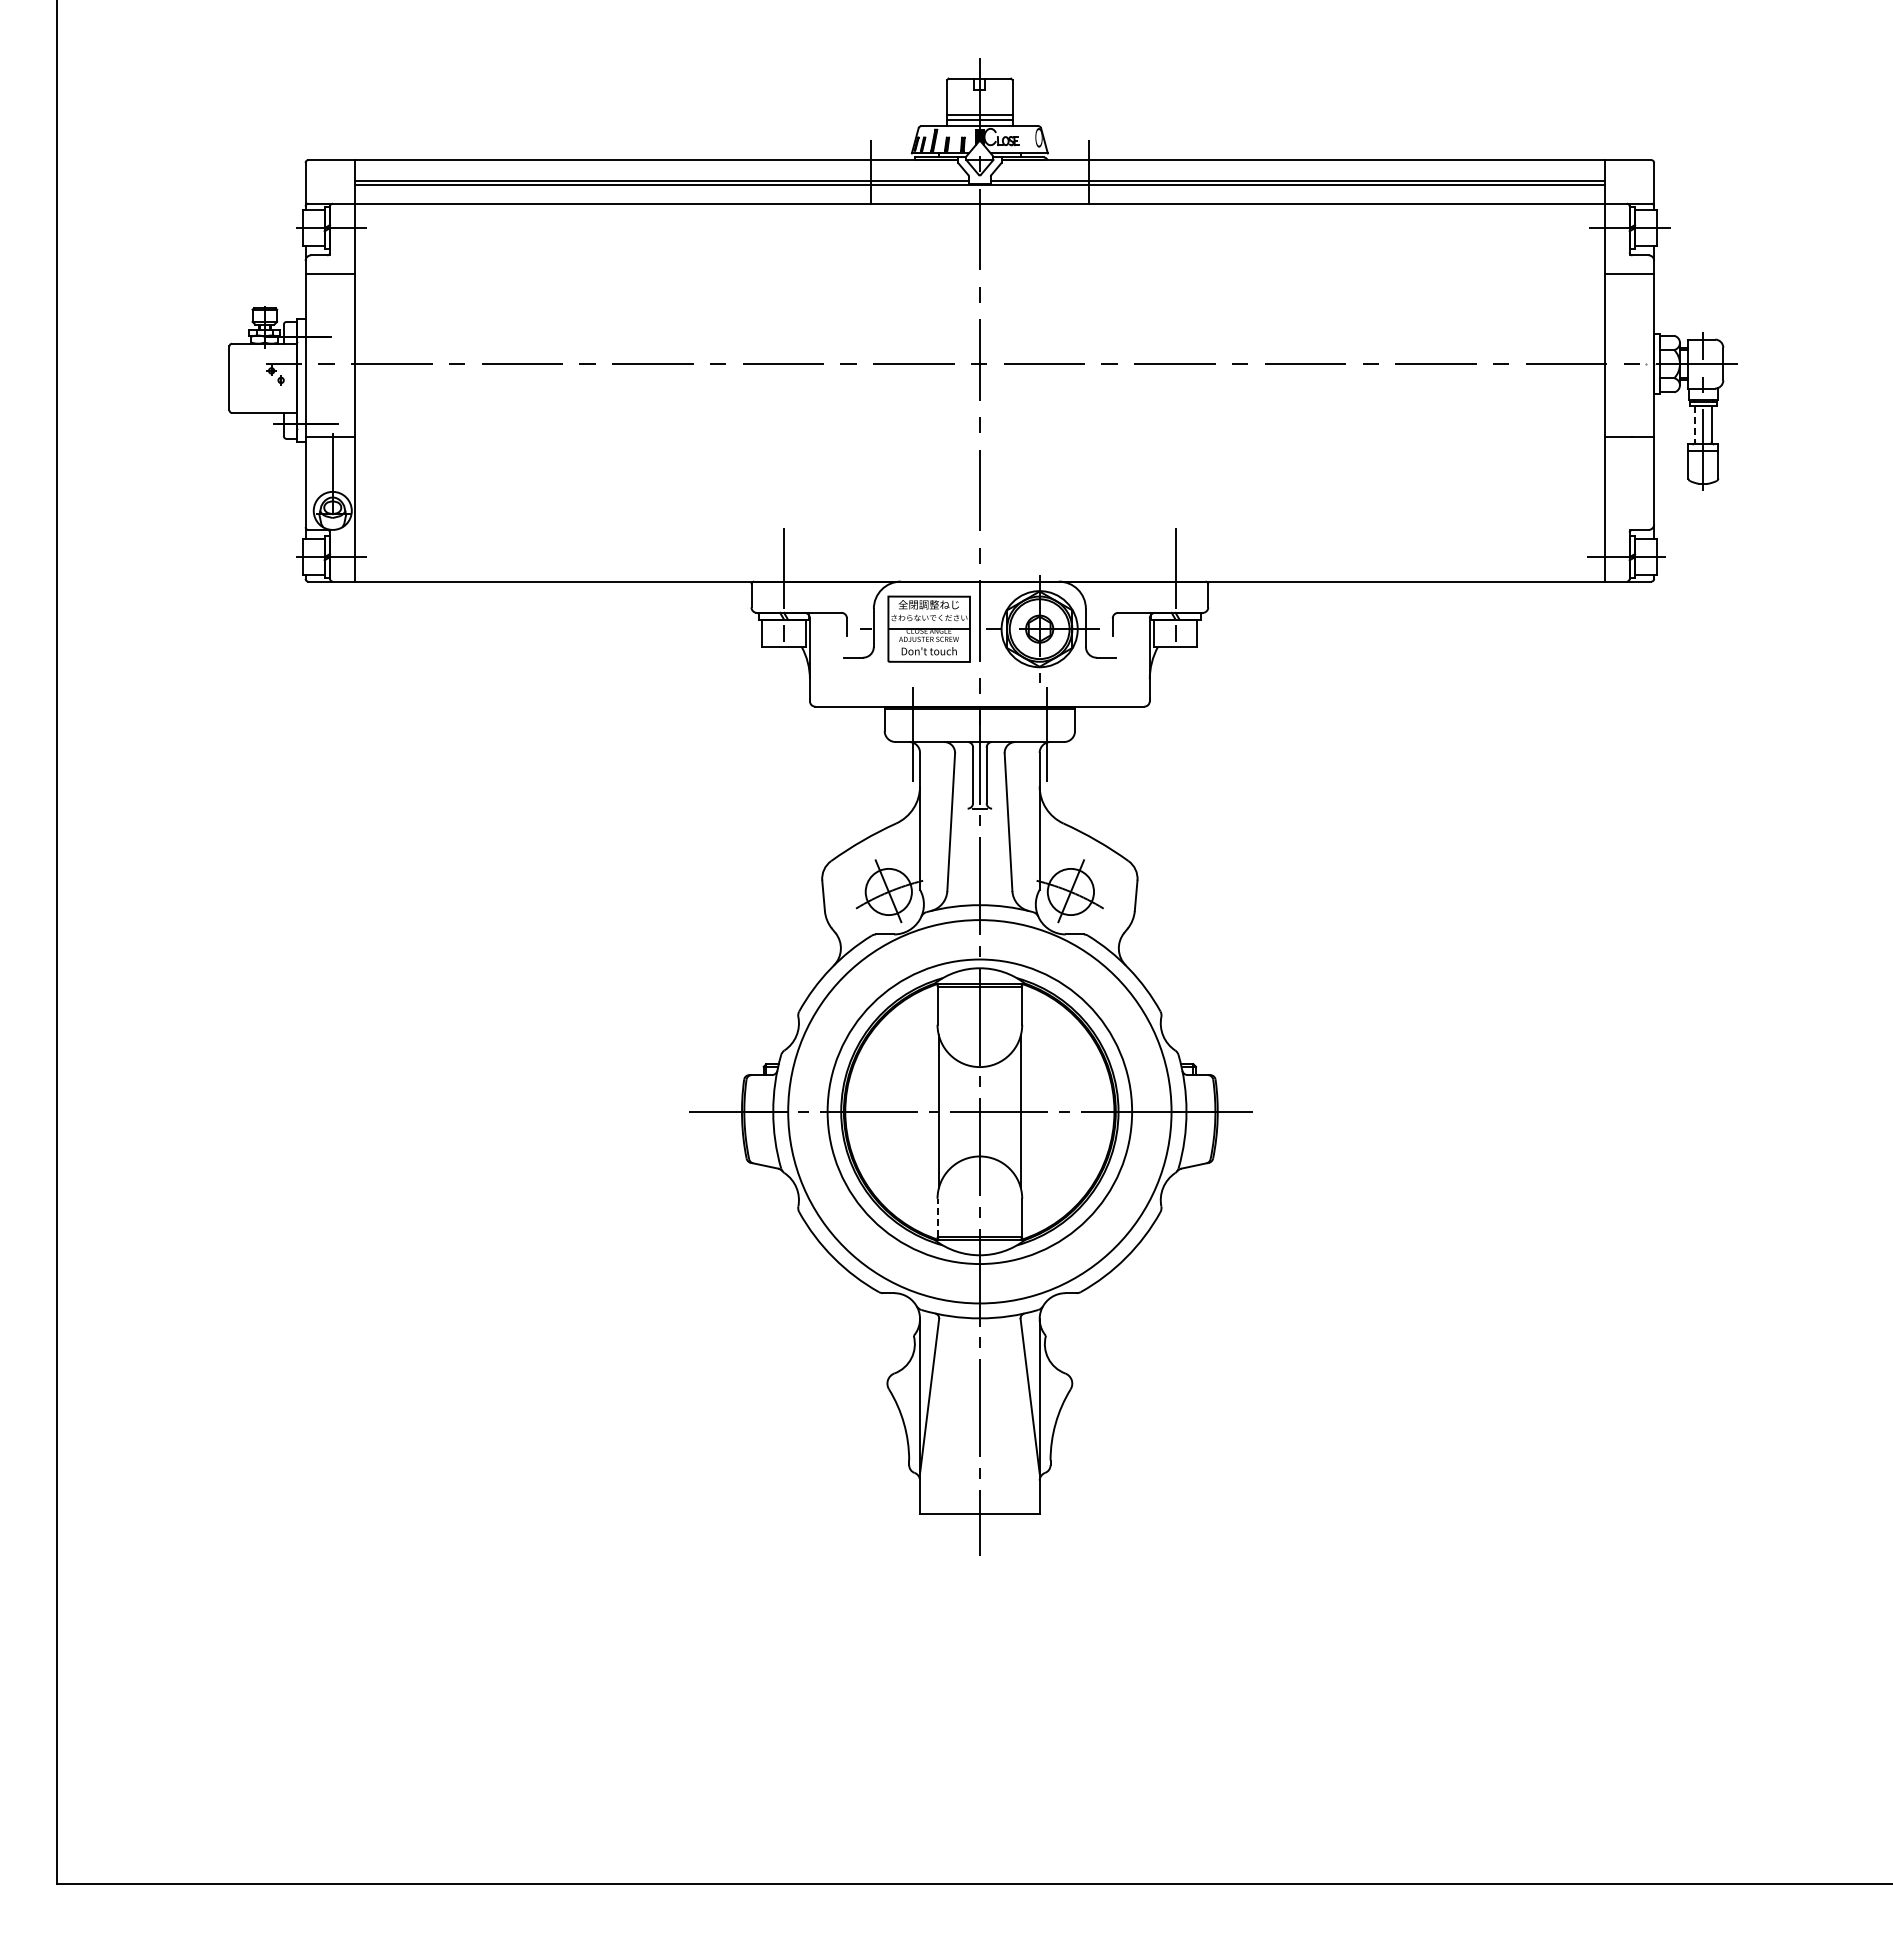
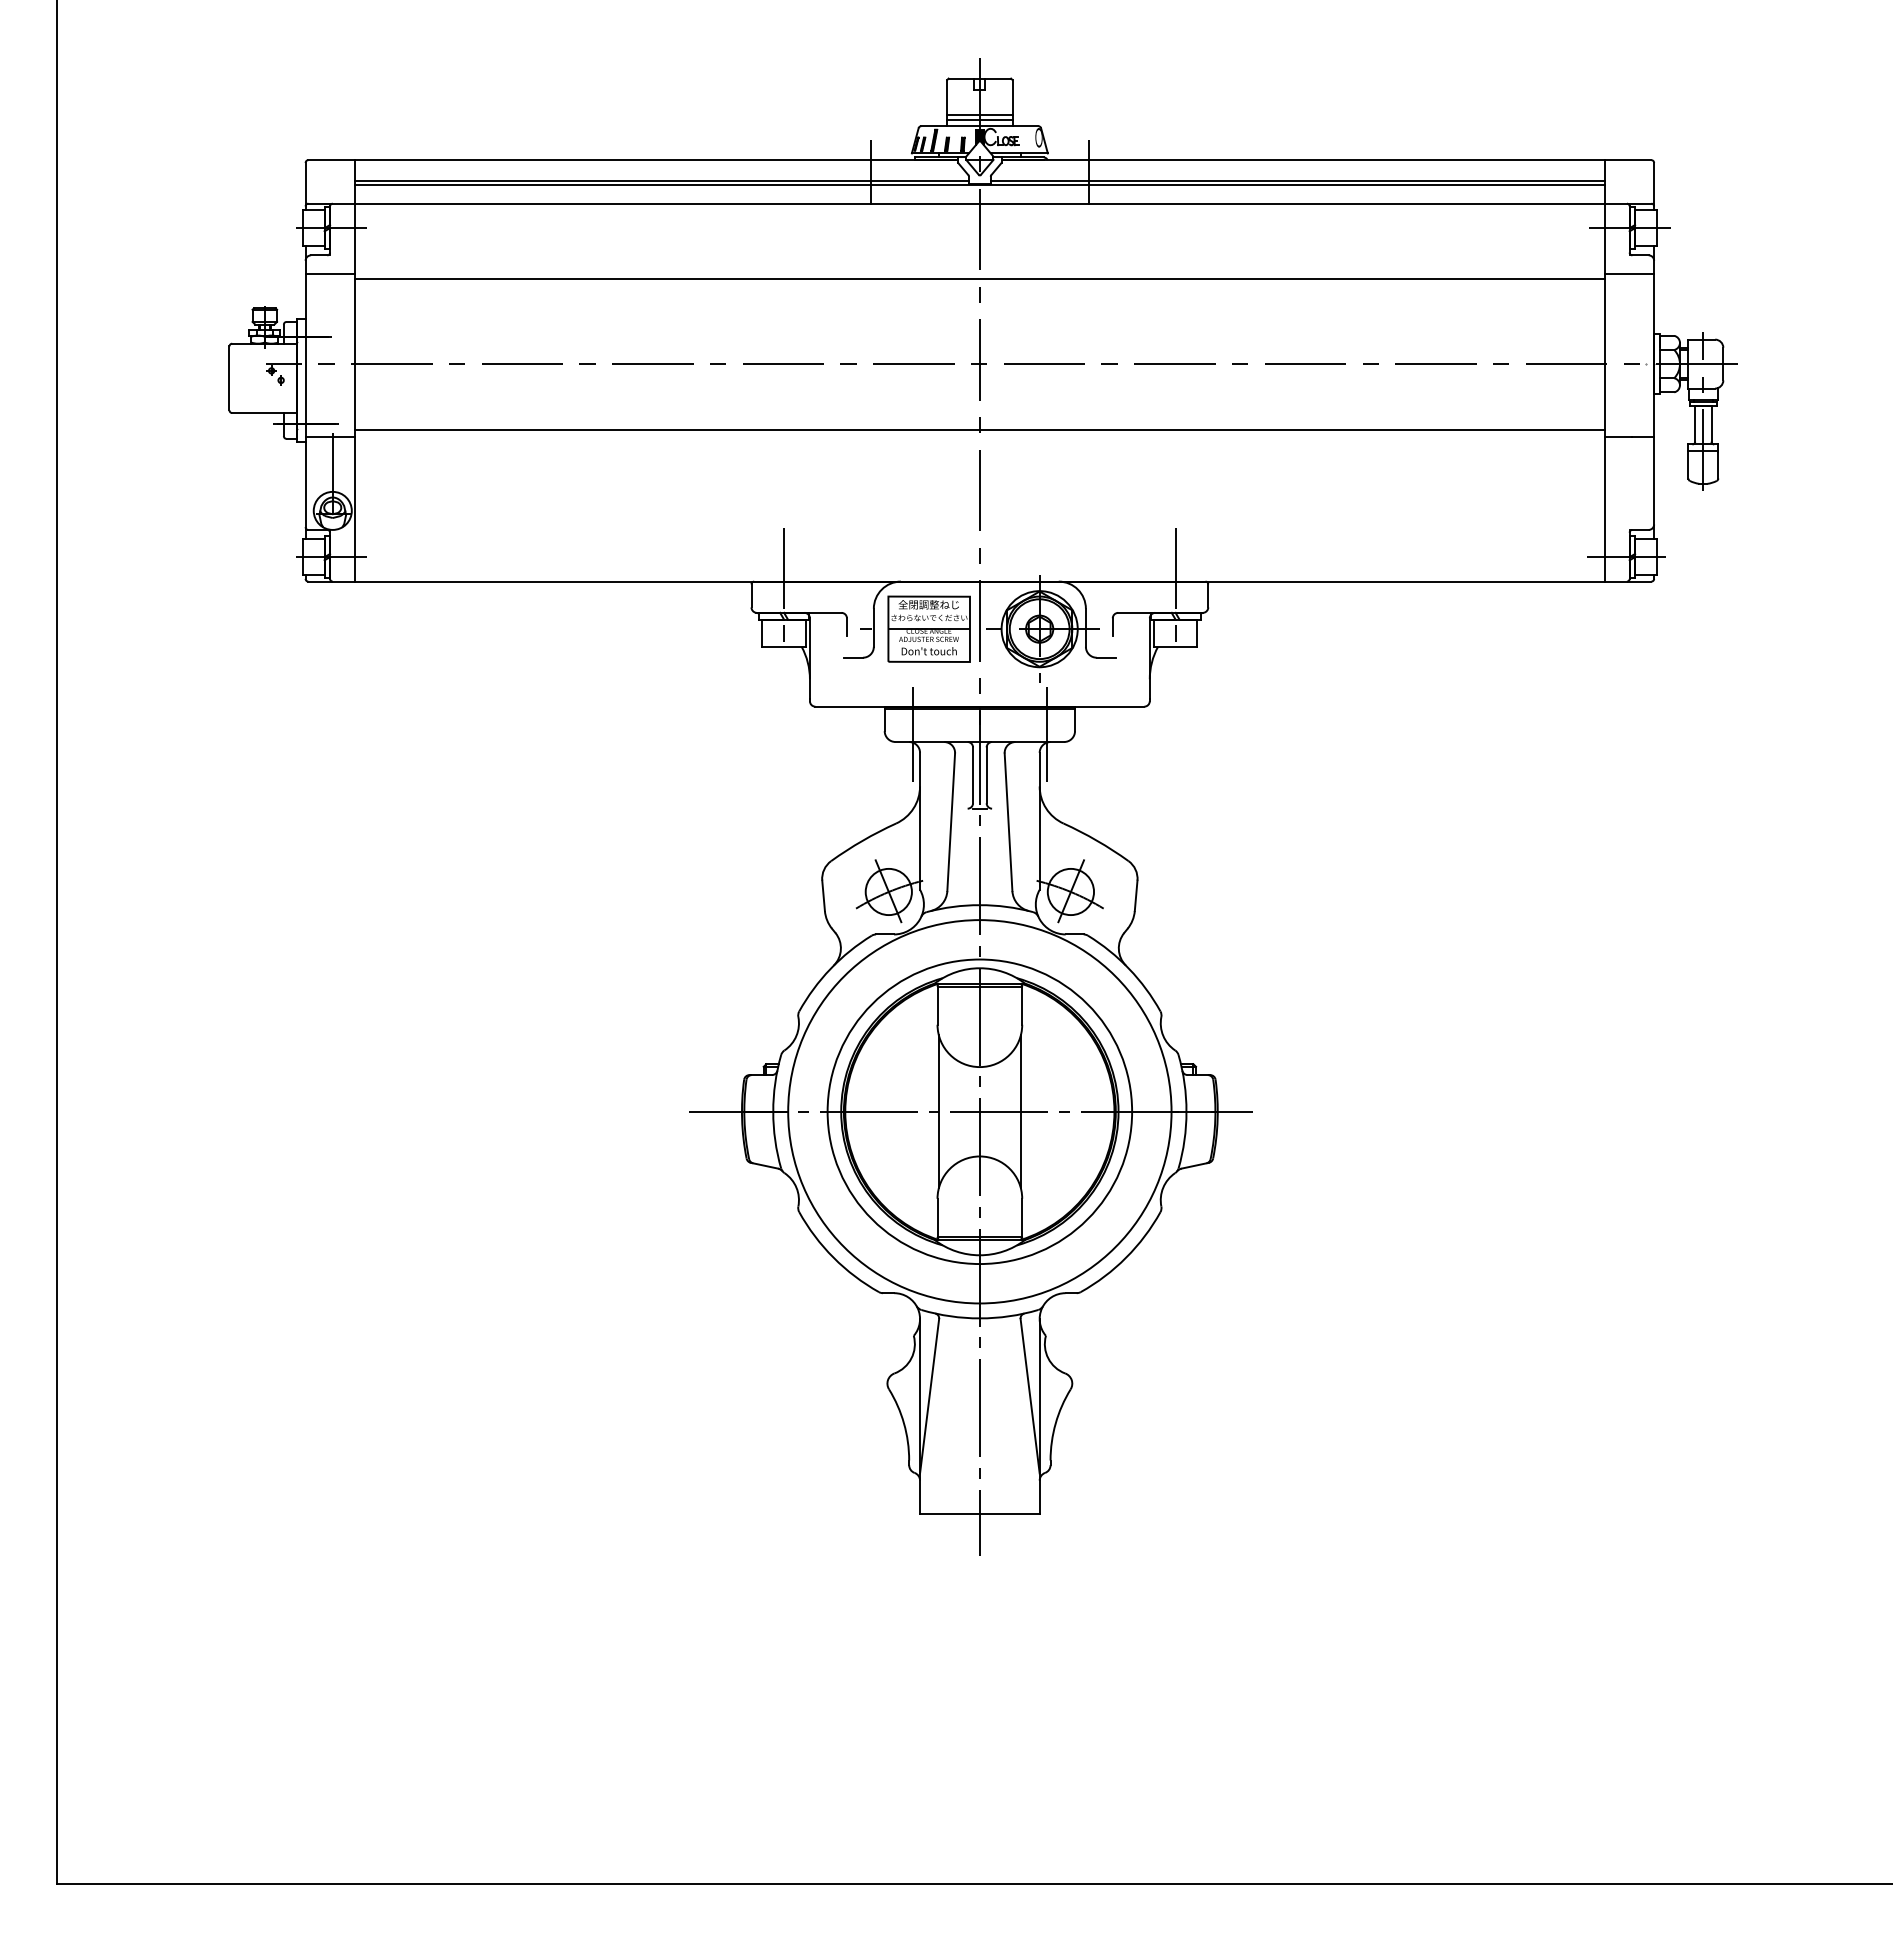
line at (979, 279): none -> present
line at (1695, 424): dashed -> solid
line at (979, 430): none -> present
line at (937, 1217): dashed -> solid
